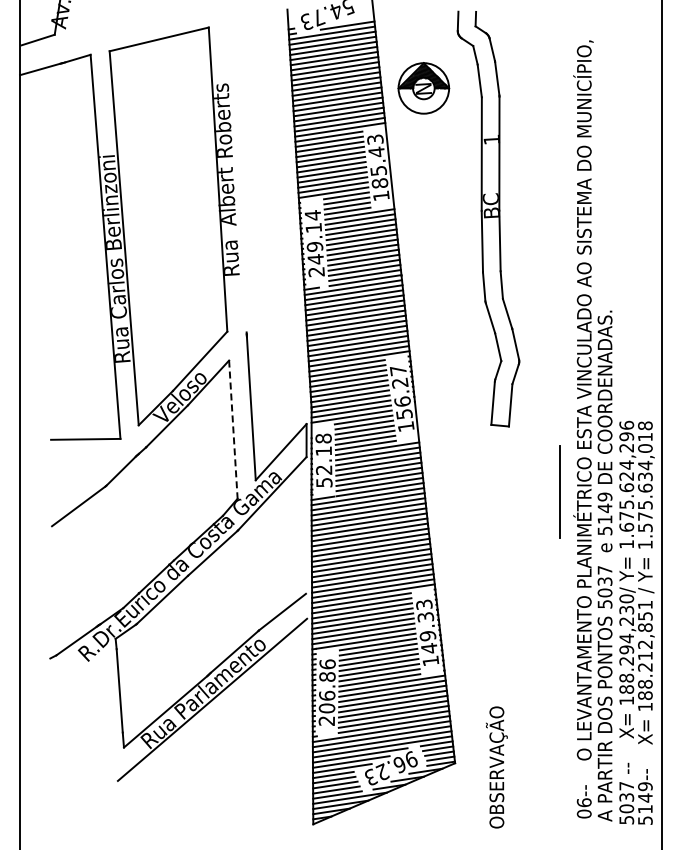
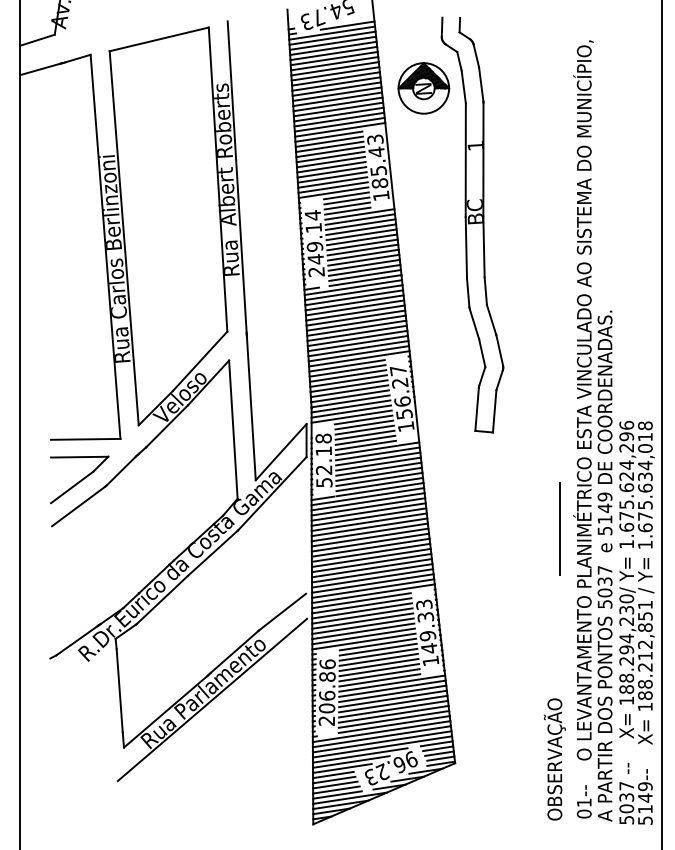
line at (236, 176): none -> present
part at (488, 218) position: (488, 218) -> (472, 224)
line at (233, 430): dashed -> solid
part at (79, 479): none -> present
line at (559, 491) position: (559, 491) -> (559, 528)
text at (645, 527): 1.575.634,018 -> 1.675.634,018
text at (496, 767) position: (496, 767) -> (554, 759)
text at (583, 802): 06-- -> 01--
